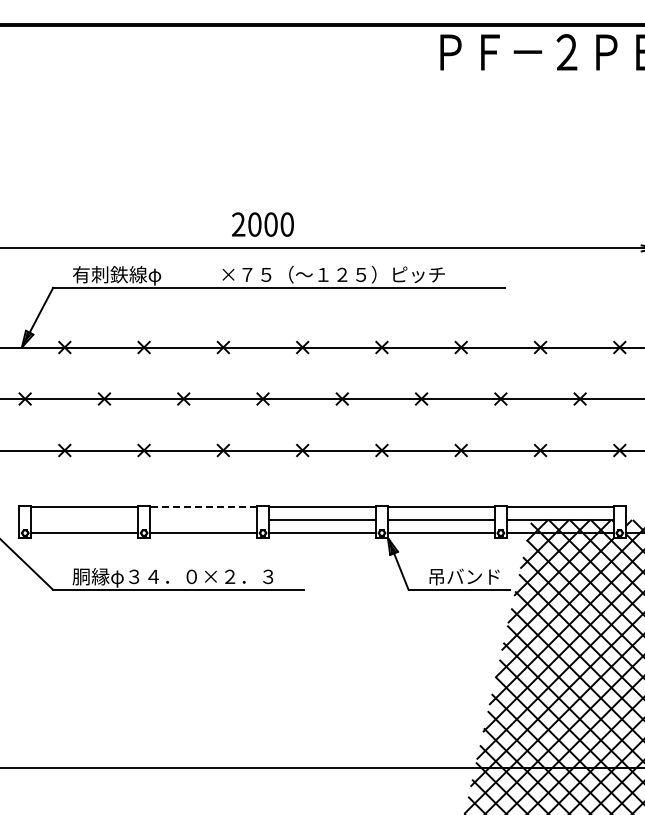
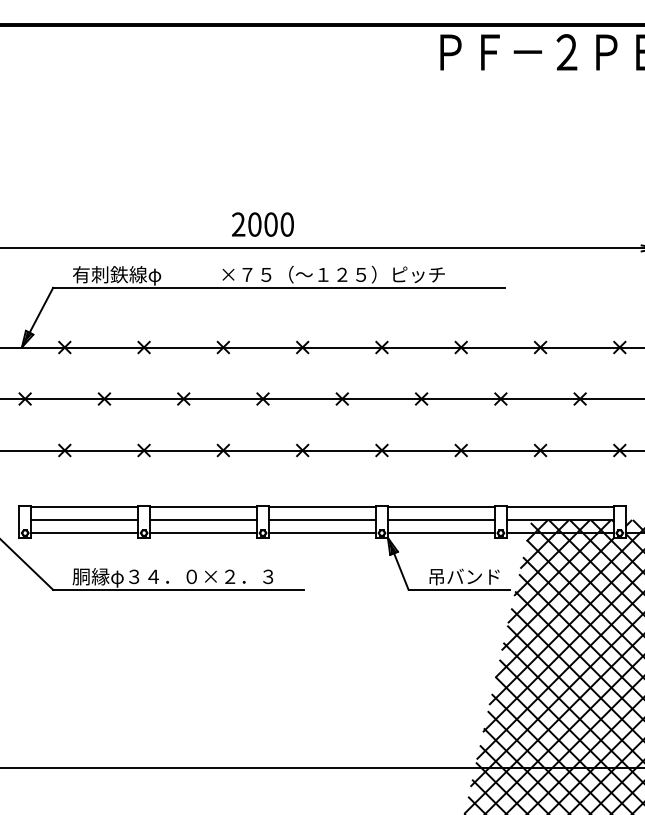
line at (203, 506): dashed -> solid
line at (84, 520): none -> present
line at (203, 520): none -> present
